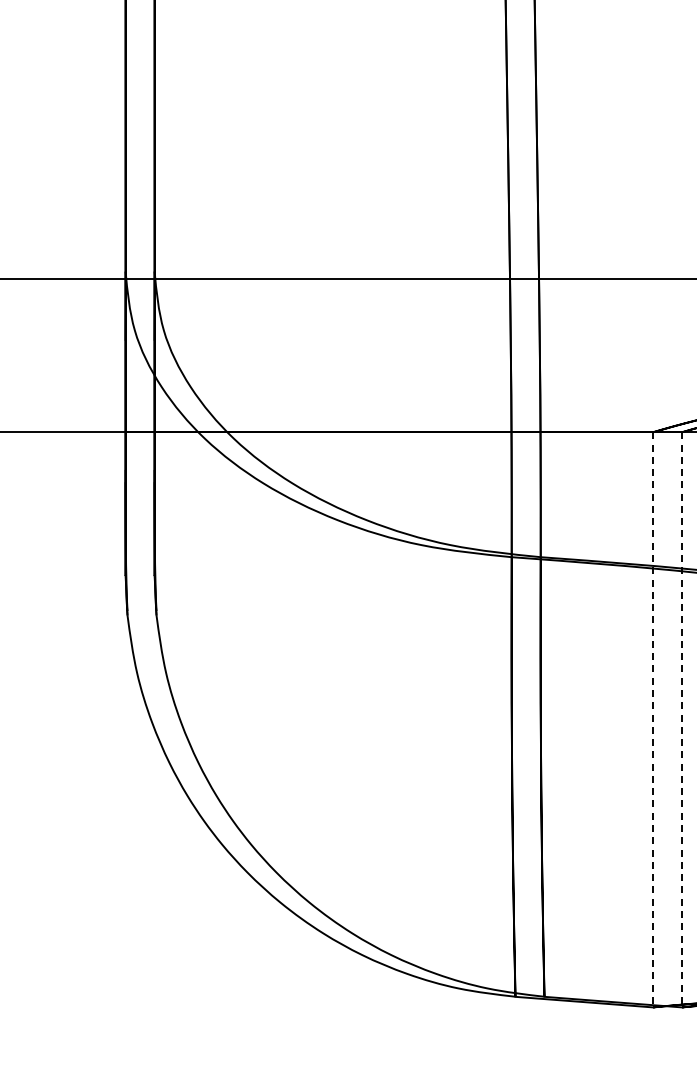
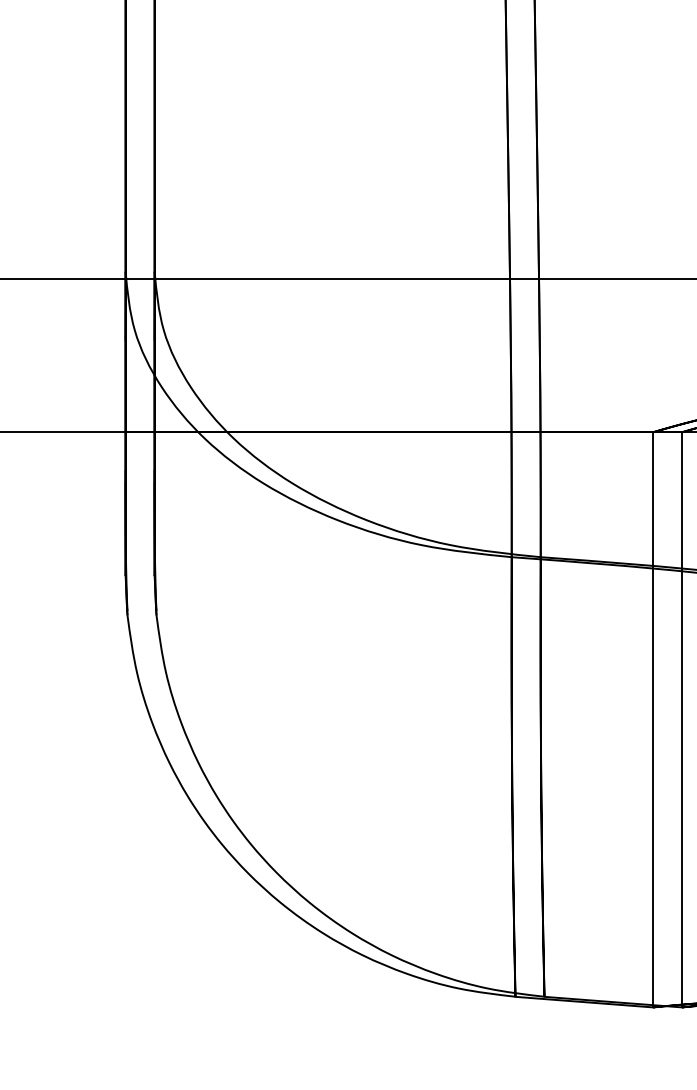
line at (653, 719): dashed -> solid
line at (682, 719): dashed -> solid
